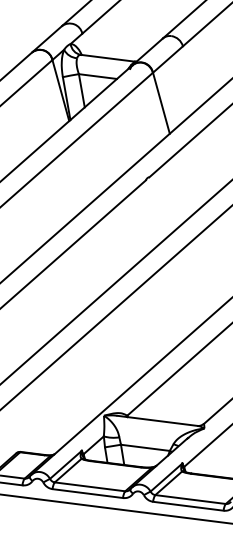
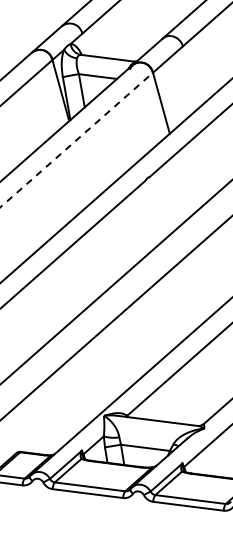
line at (76, 140): solid -> dashed
line at (115, 307) position: (115, 307) -> (115, 318)
line at (115, 508): present -> none
